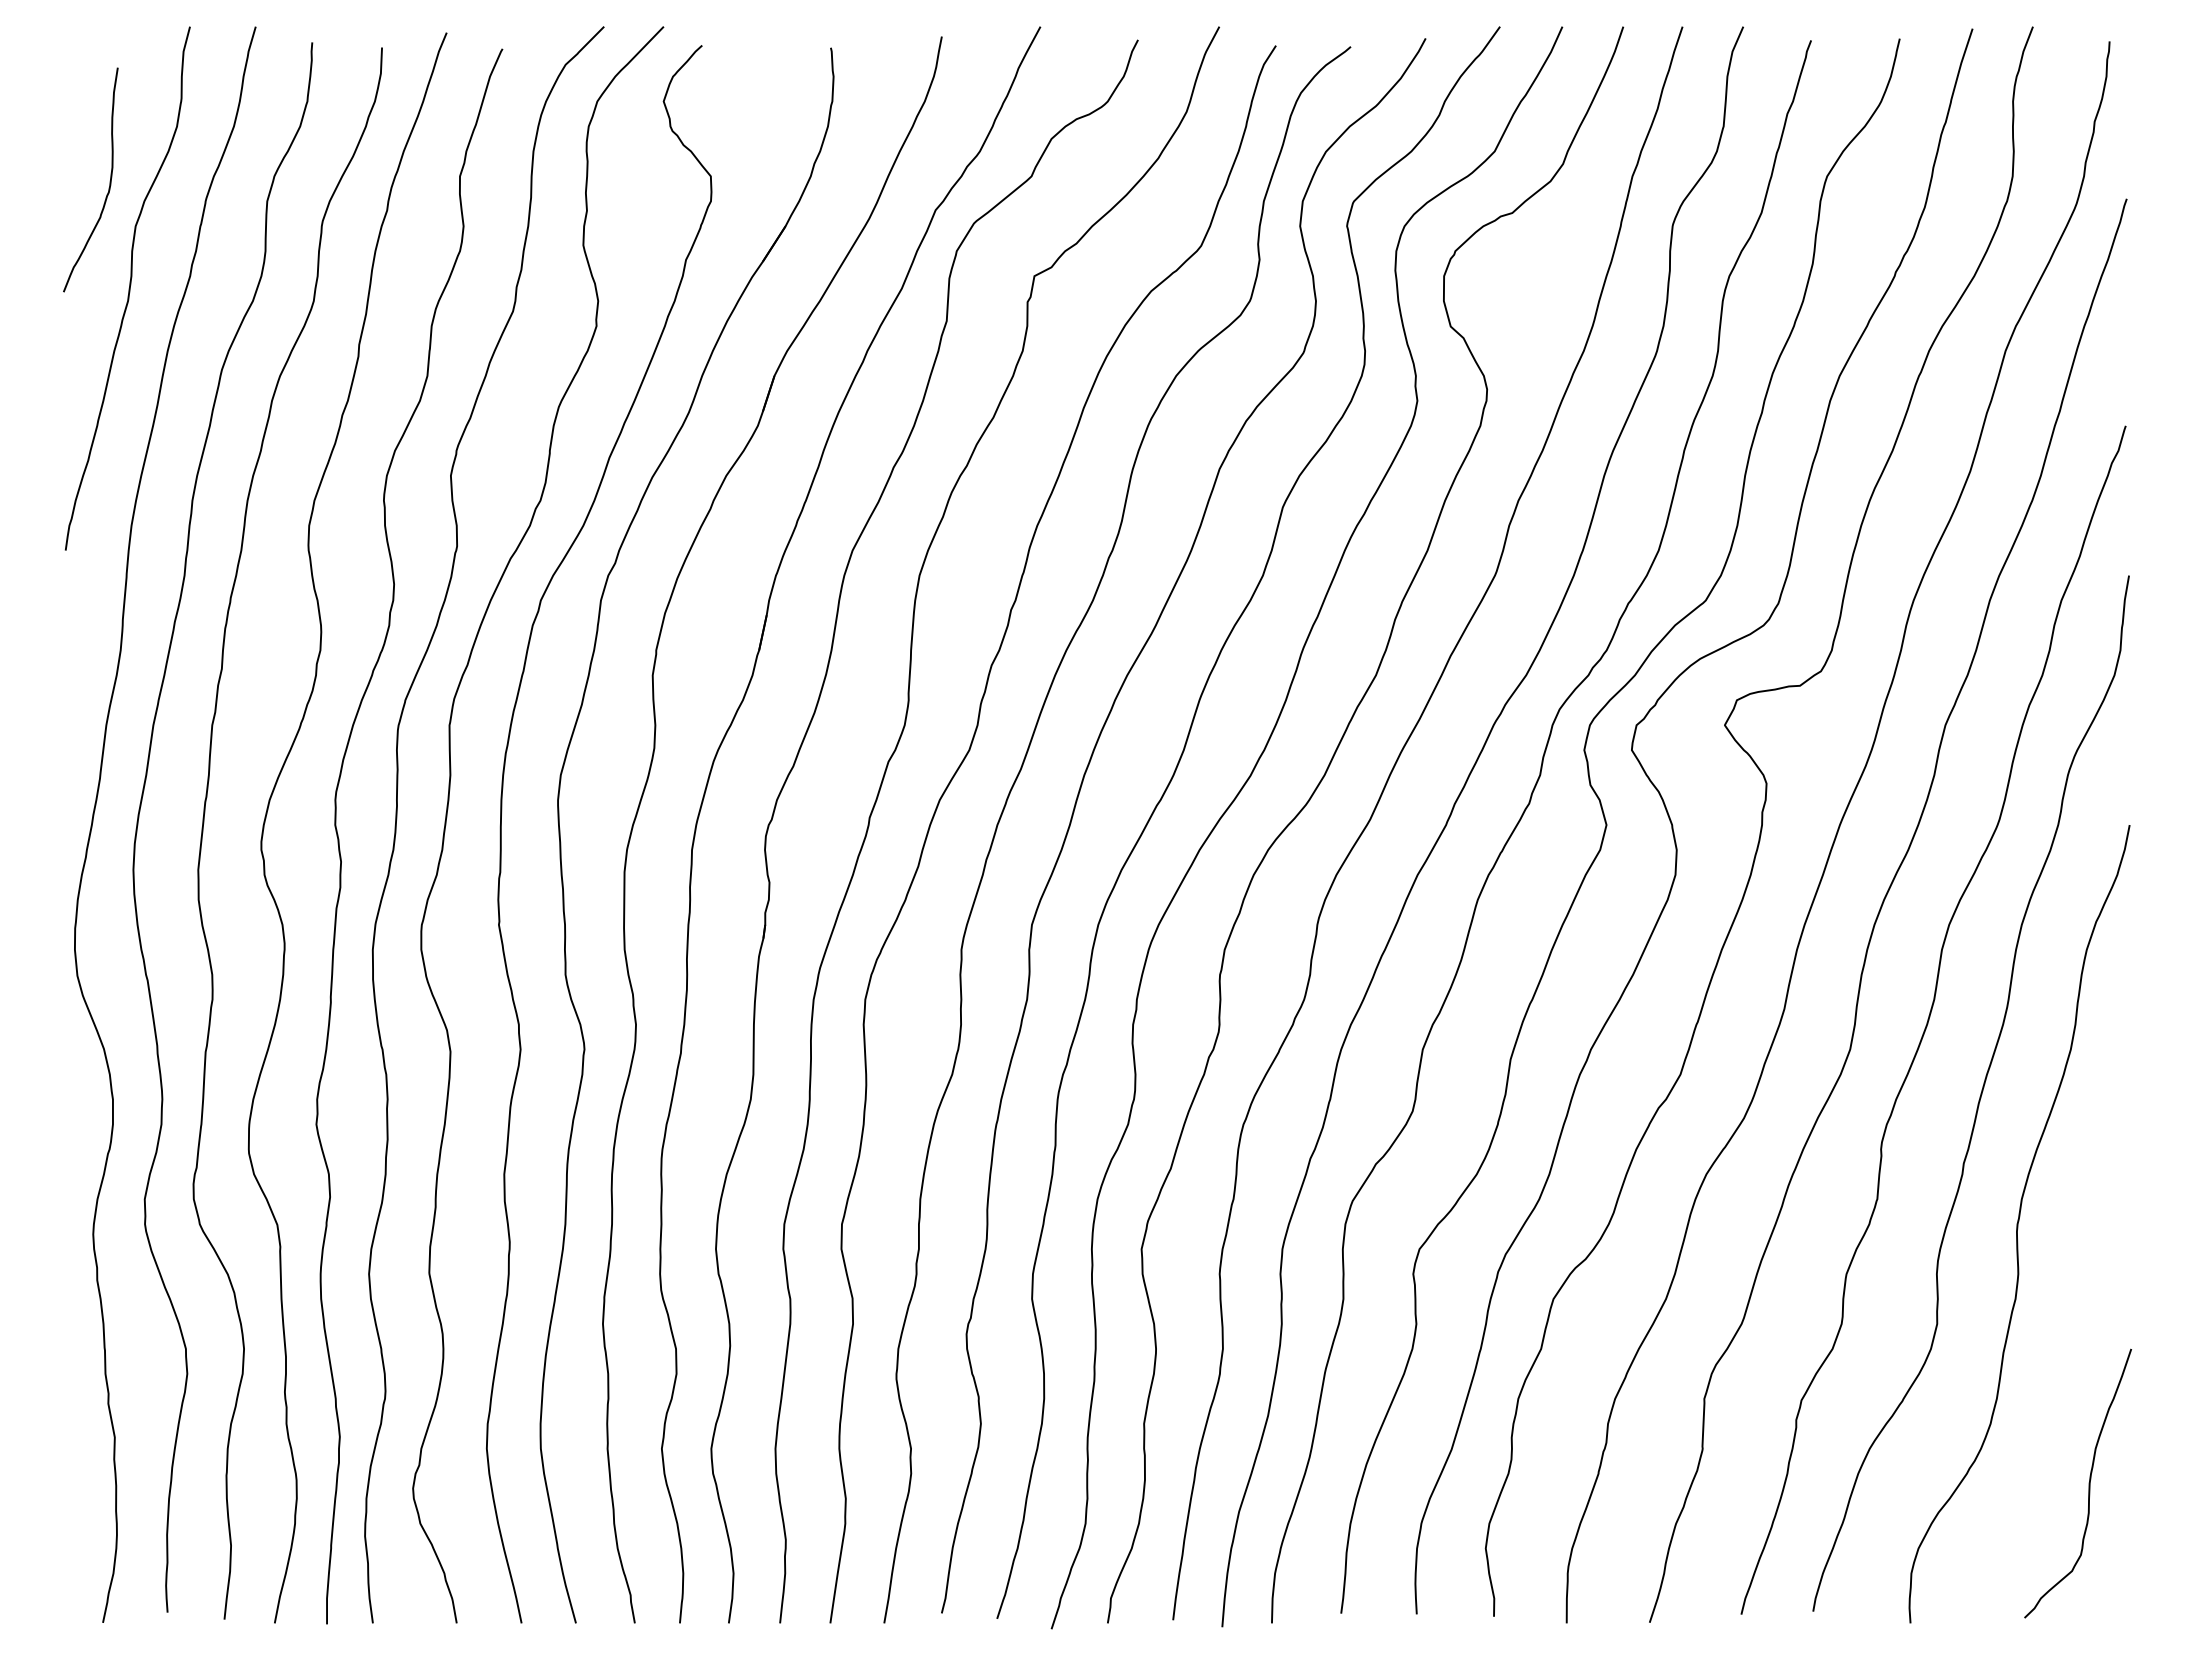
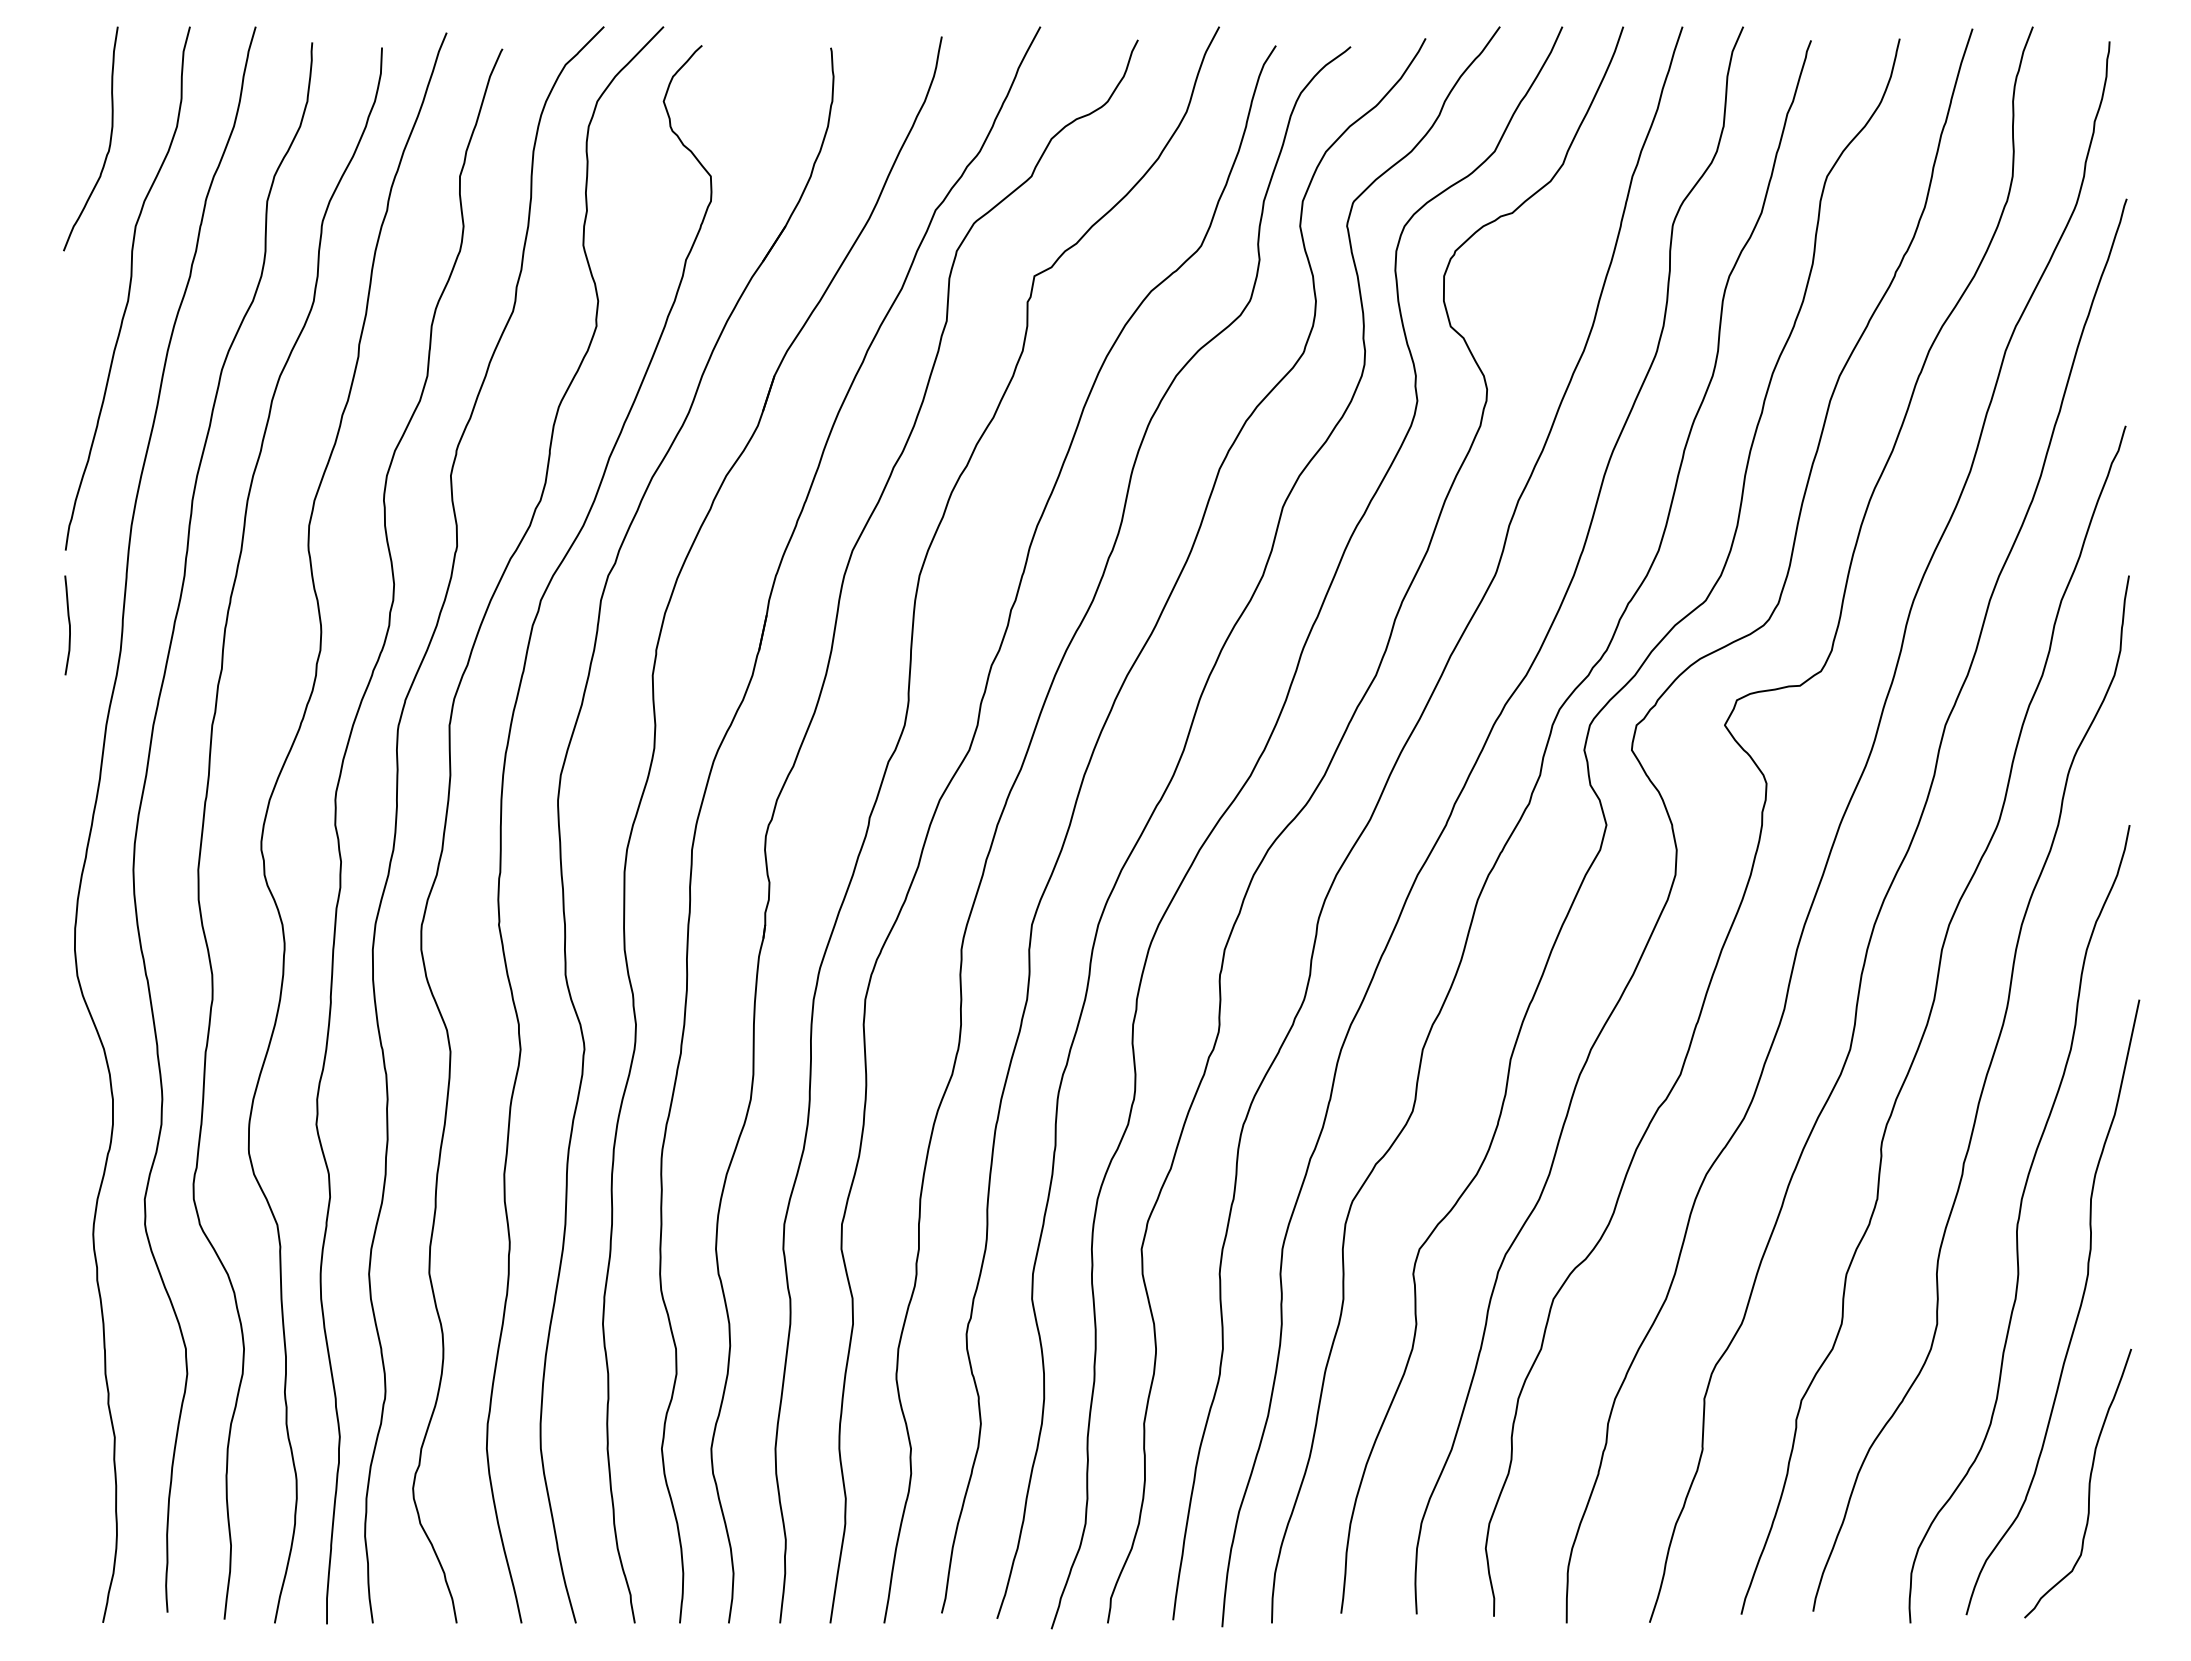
curve at (109, 181) position: (109, 181) -> (109, 140)
curve at (68, 624): none -> present
curve at (2076, 1316): none -> present
